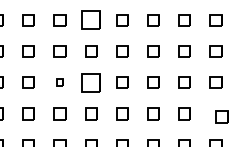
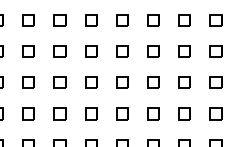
part at (90, 19) size: 20x20 px -> 13x13 px
part at (59, 82) size: 8x9 px -> 14x13 px
part at (90, 82) size: 20x20 px -> 13x13 px
part at (221, 116) position: (221, 116) -> (215, 113)
